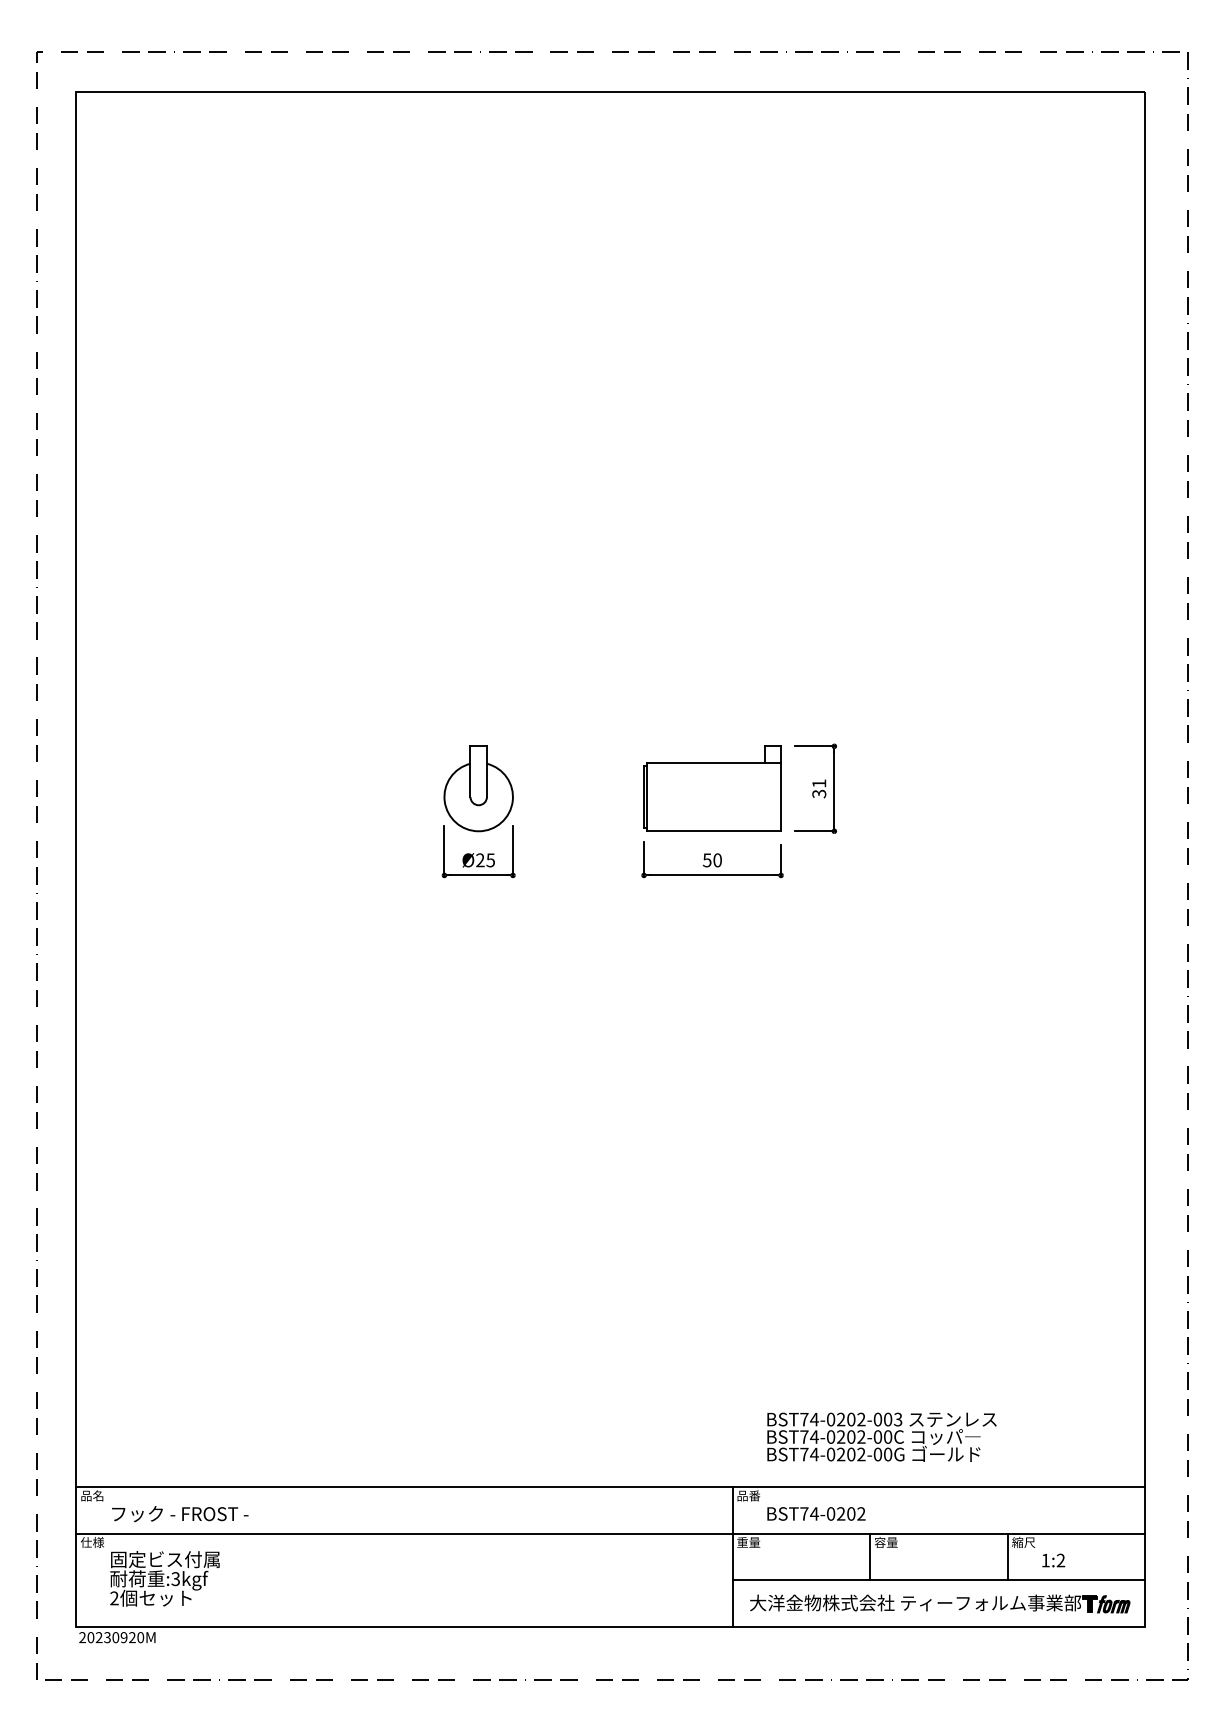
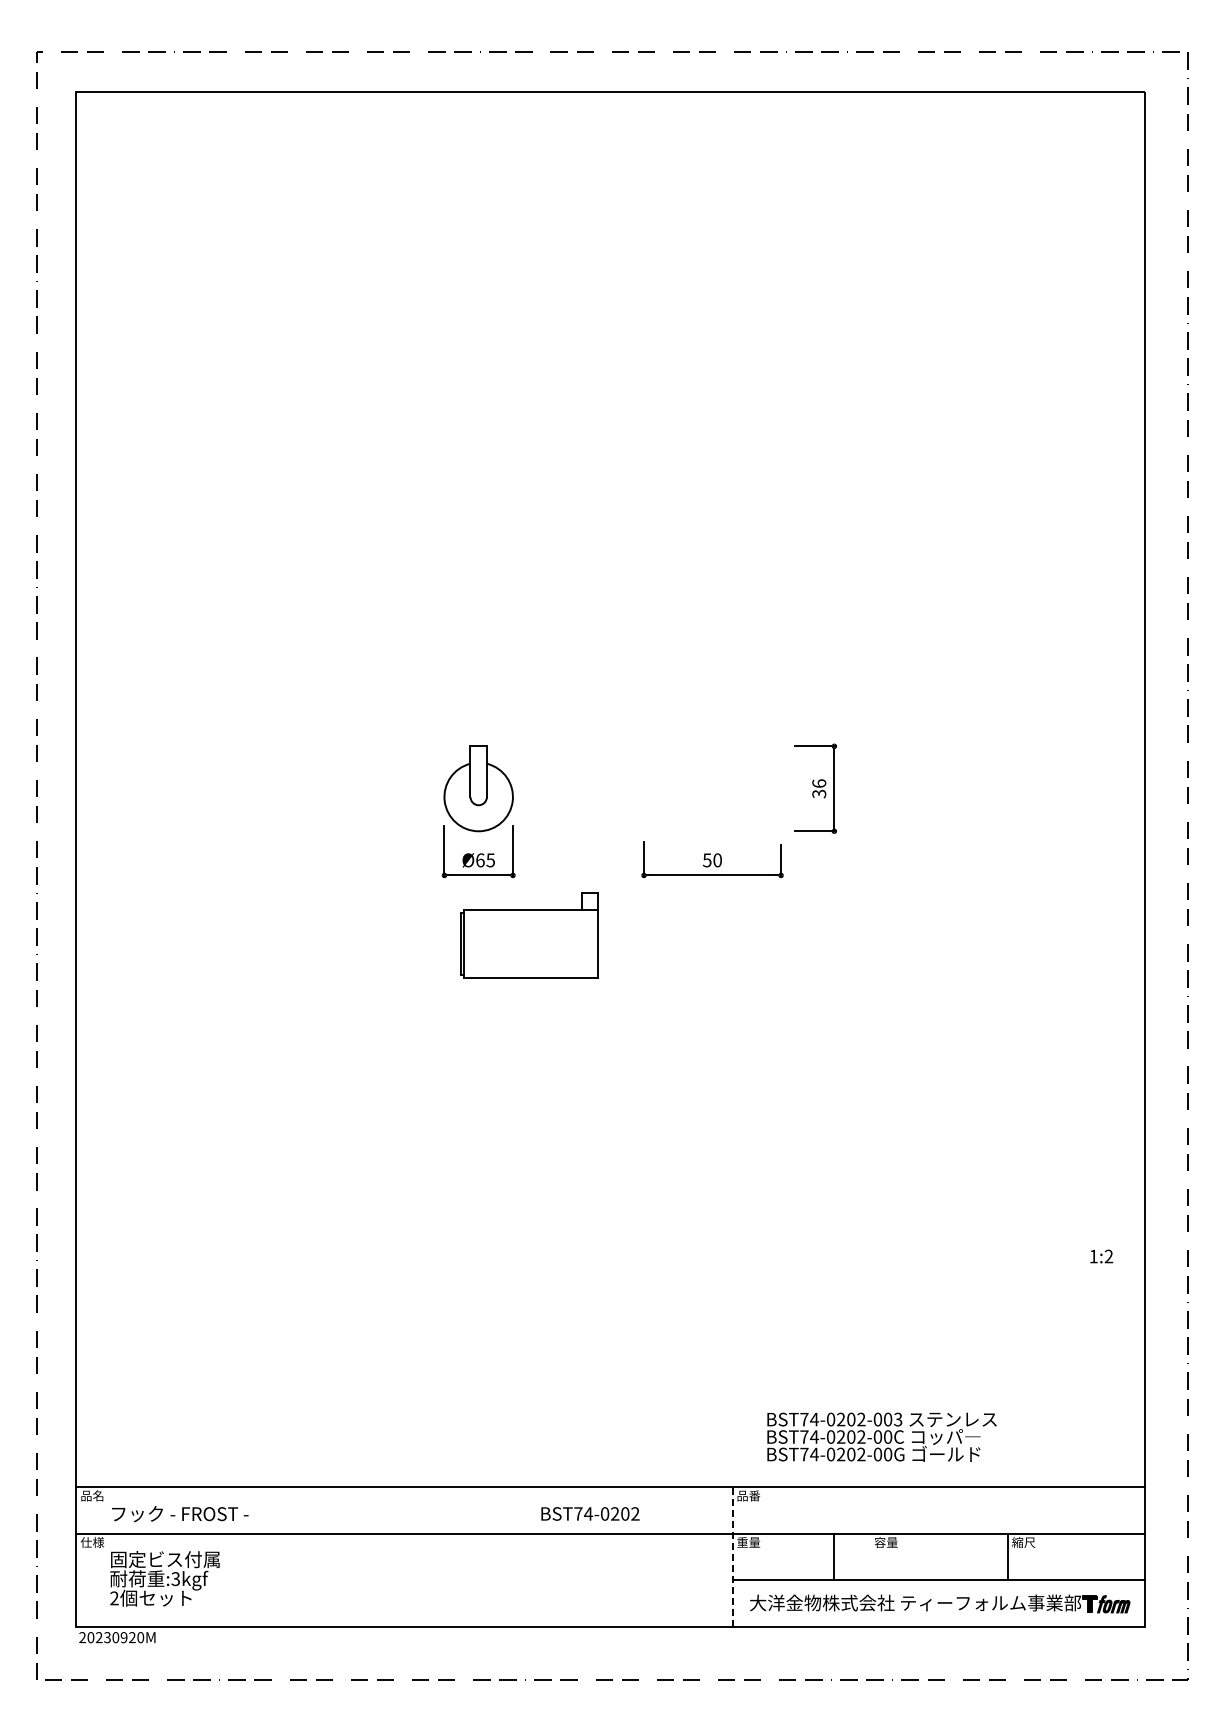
text at (819, 783): 31 -> 36
part at (712, 788) position: (712, 788) -> (529, 935)
text at (480, 860): Ø25 -> Ø65
text at (816, 1513) position: (816, 1513) -> (590, 1513)
line at (732, 1556): solid -> dashed
line at (870, 1556) position: (870, 1556) -> (834, 1556)
text at (1053, 1560) position: (1053, 1560) -> (1101, 1256)
